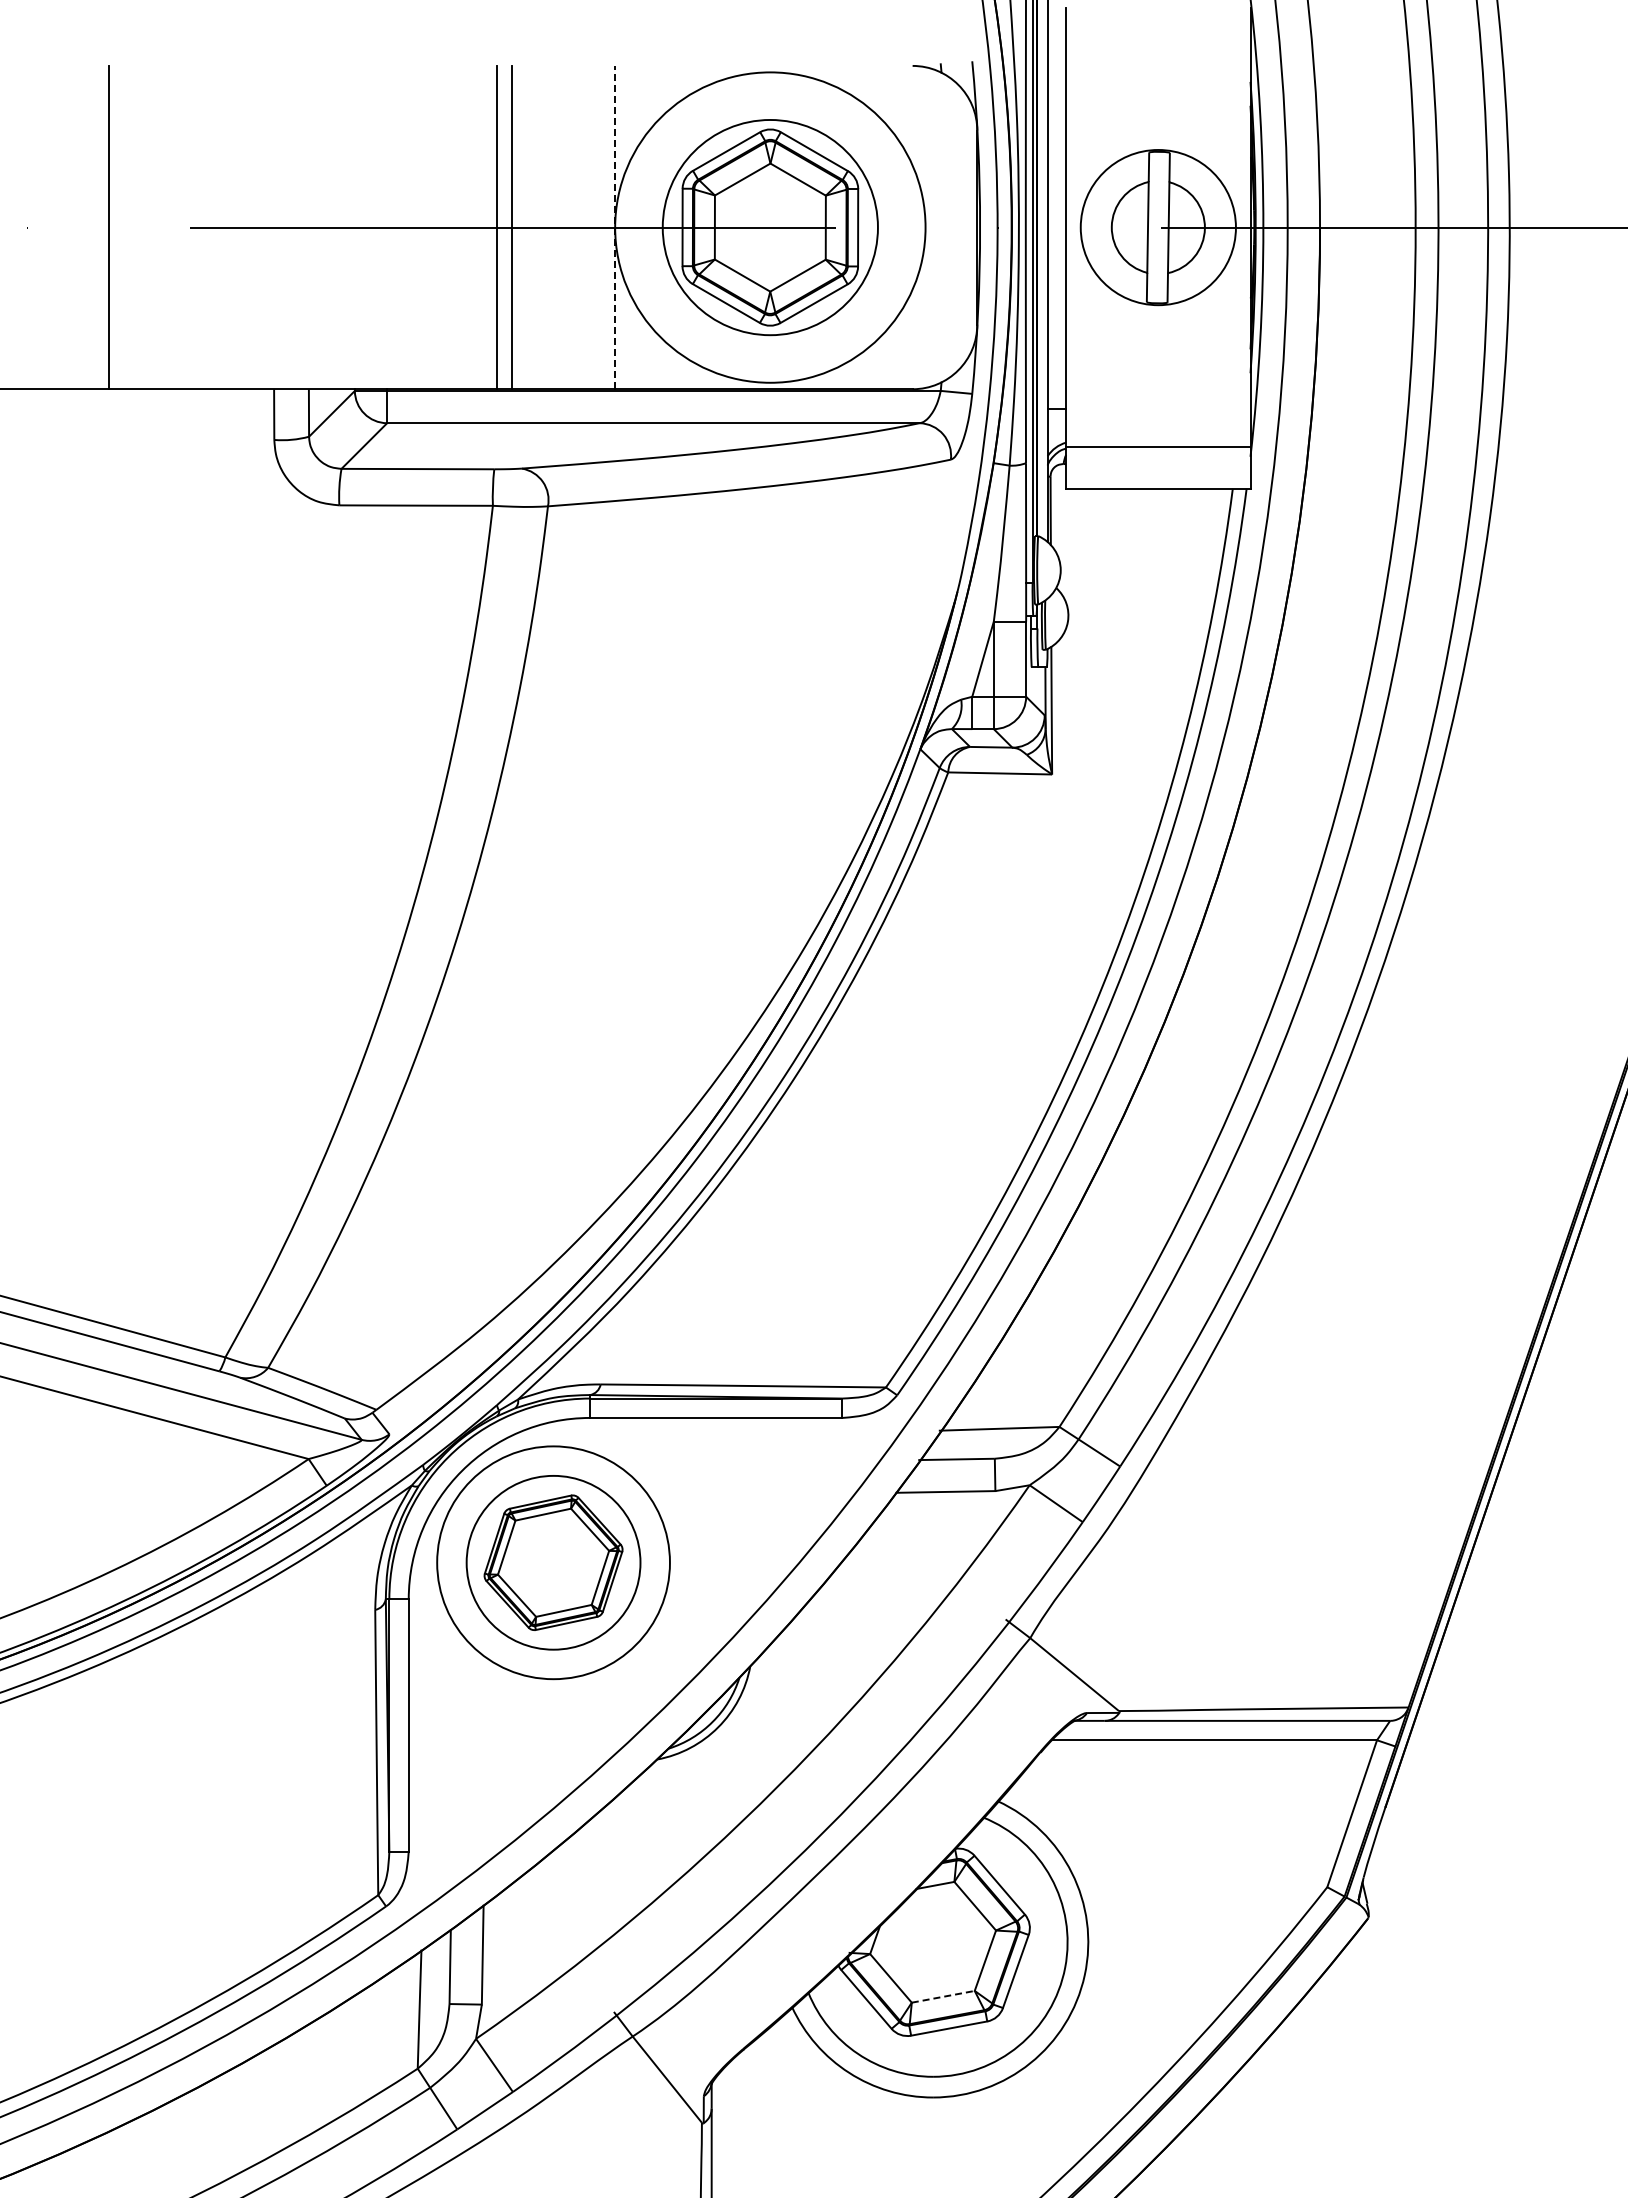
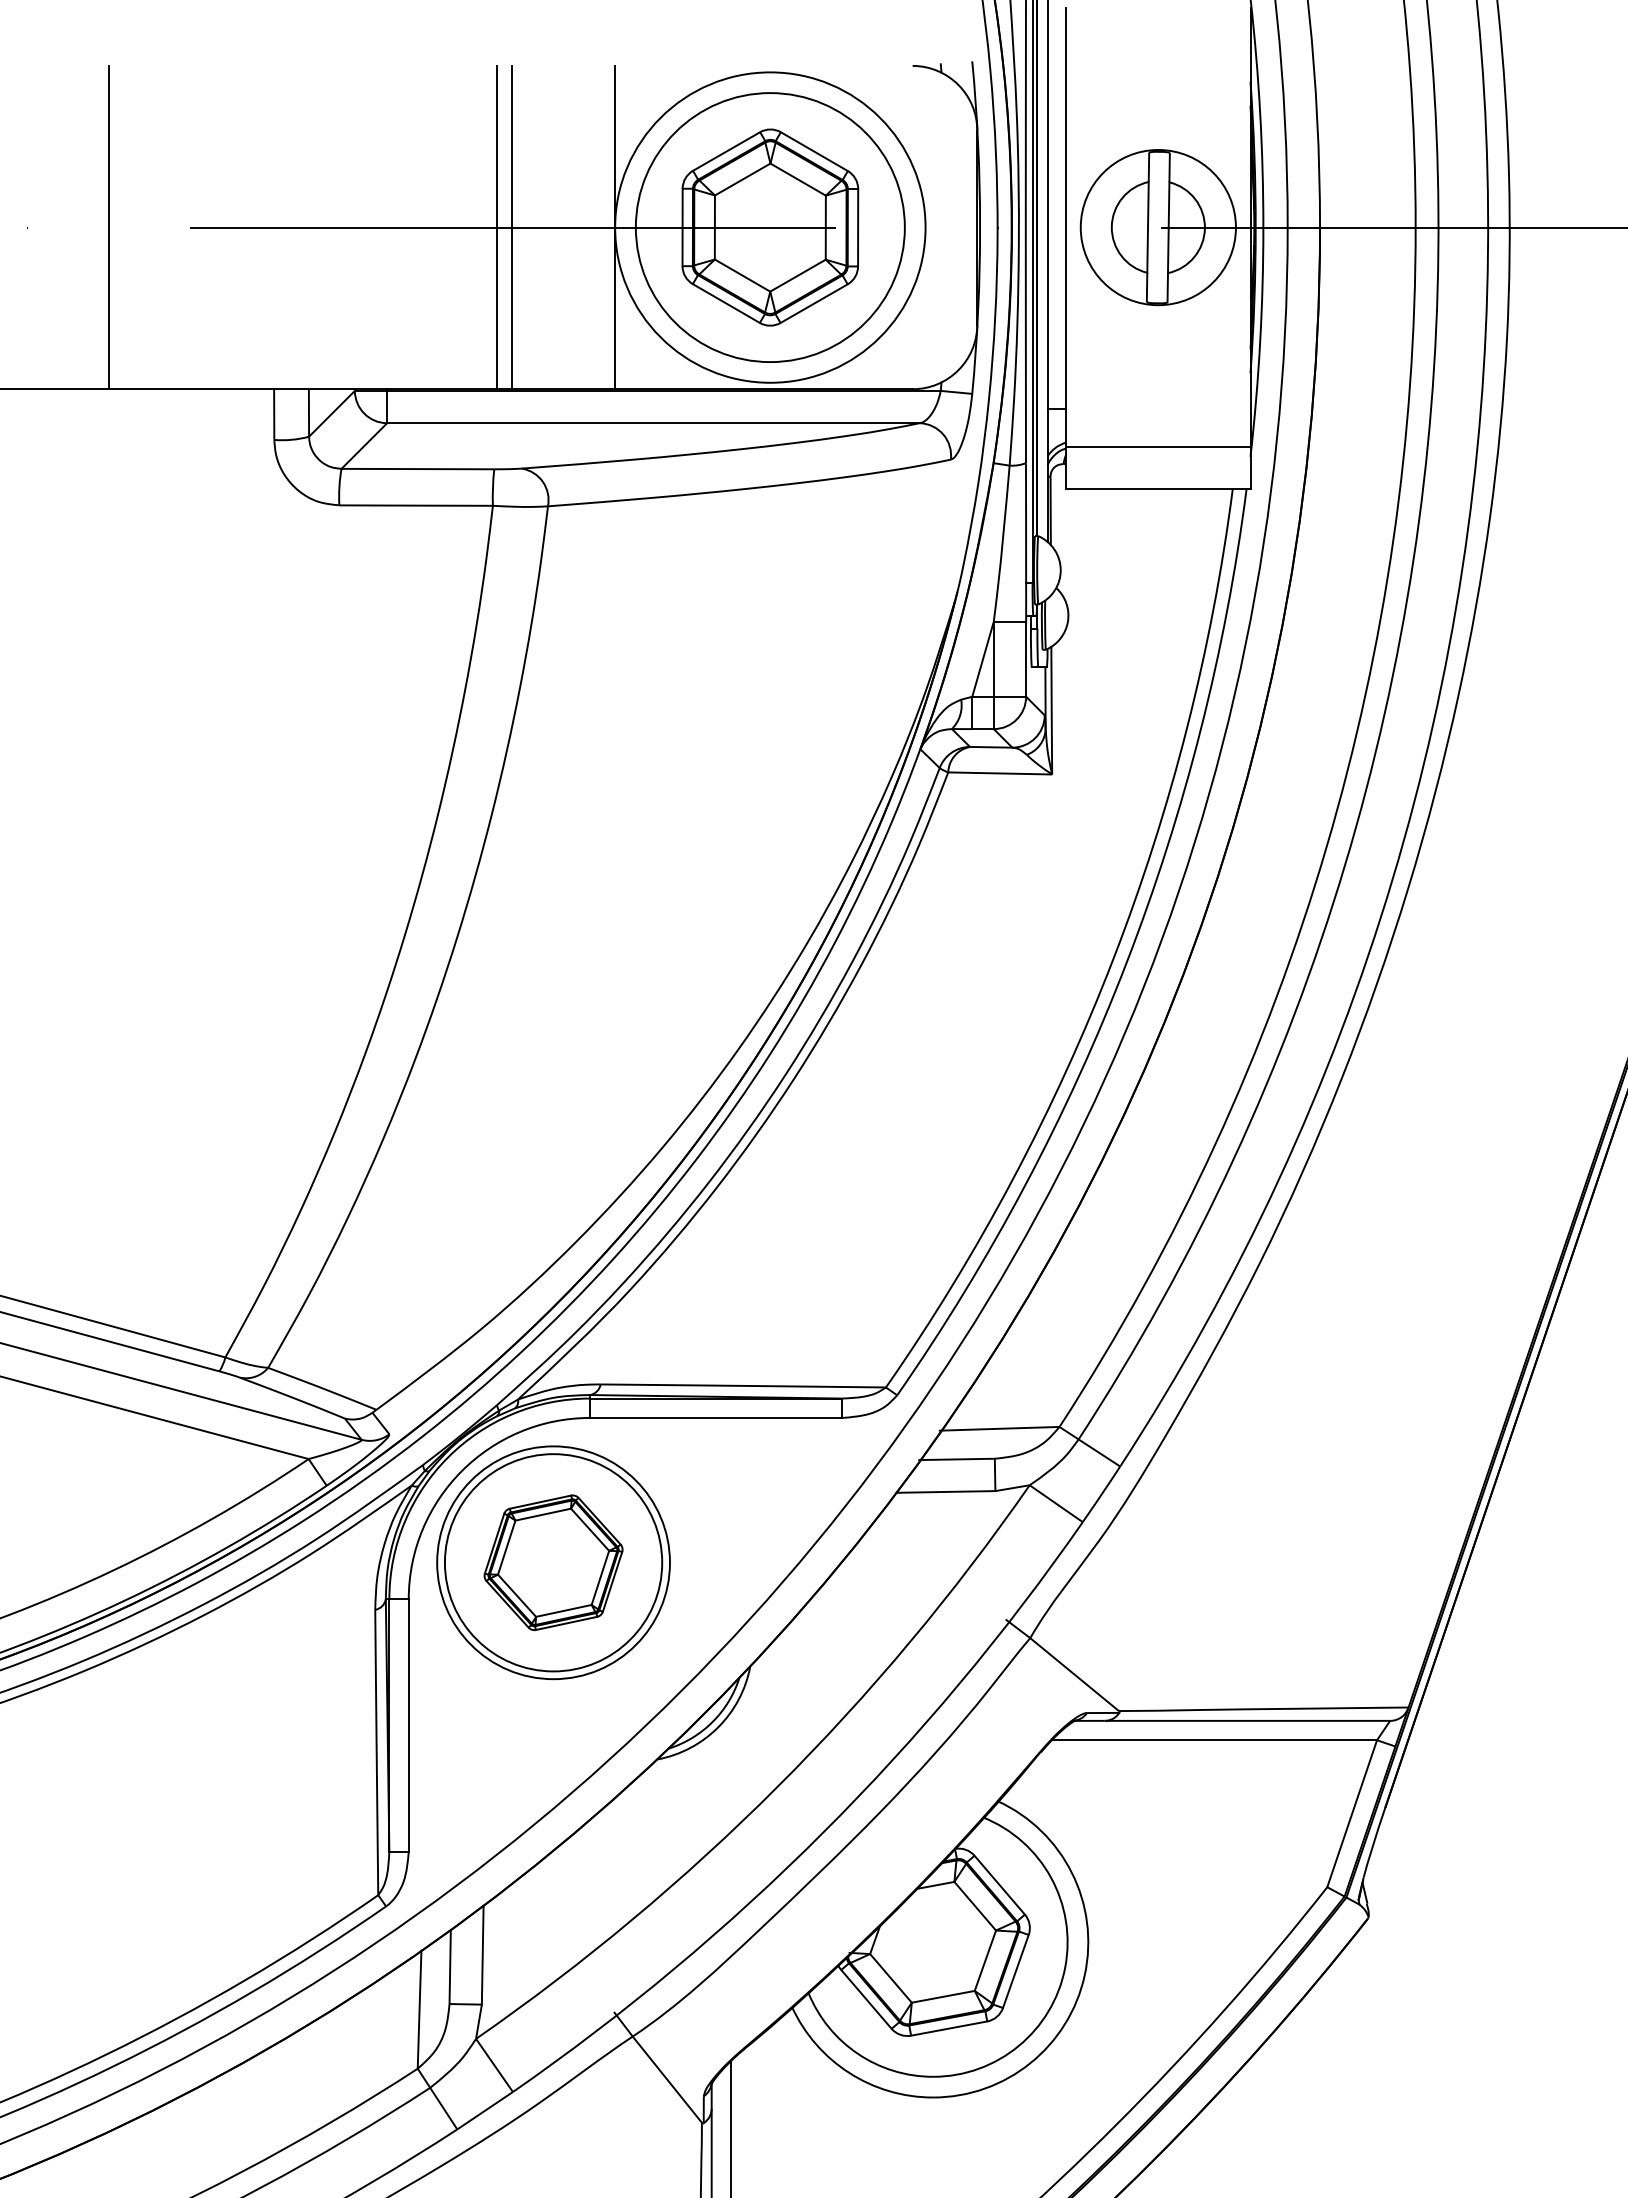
line at (615, 227): dashed -> solid
circle at (769, 227) diameter: 215 px -> 269 px
circle at (553, 1562) diameter: 174 px -> 217 px
line at (943, 1996): dashed -> solid
line at (731, 2127): none -> present
